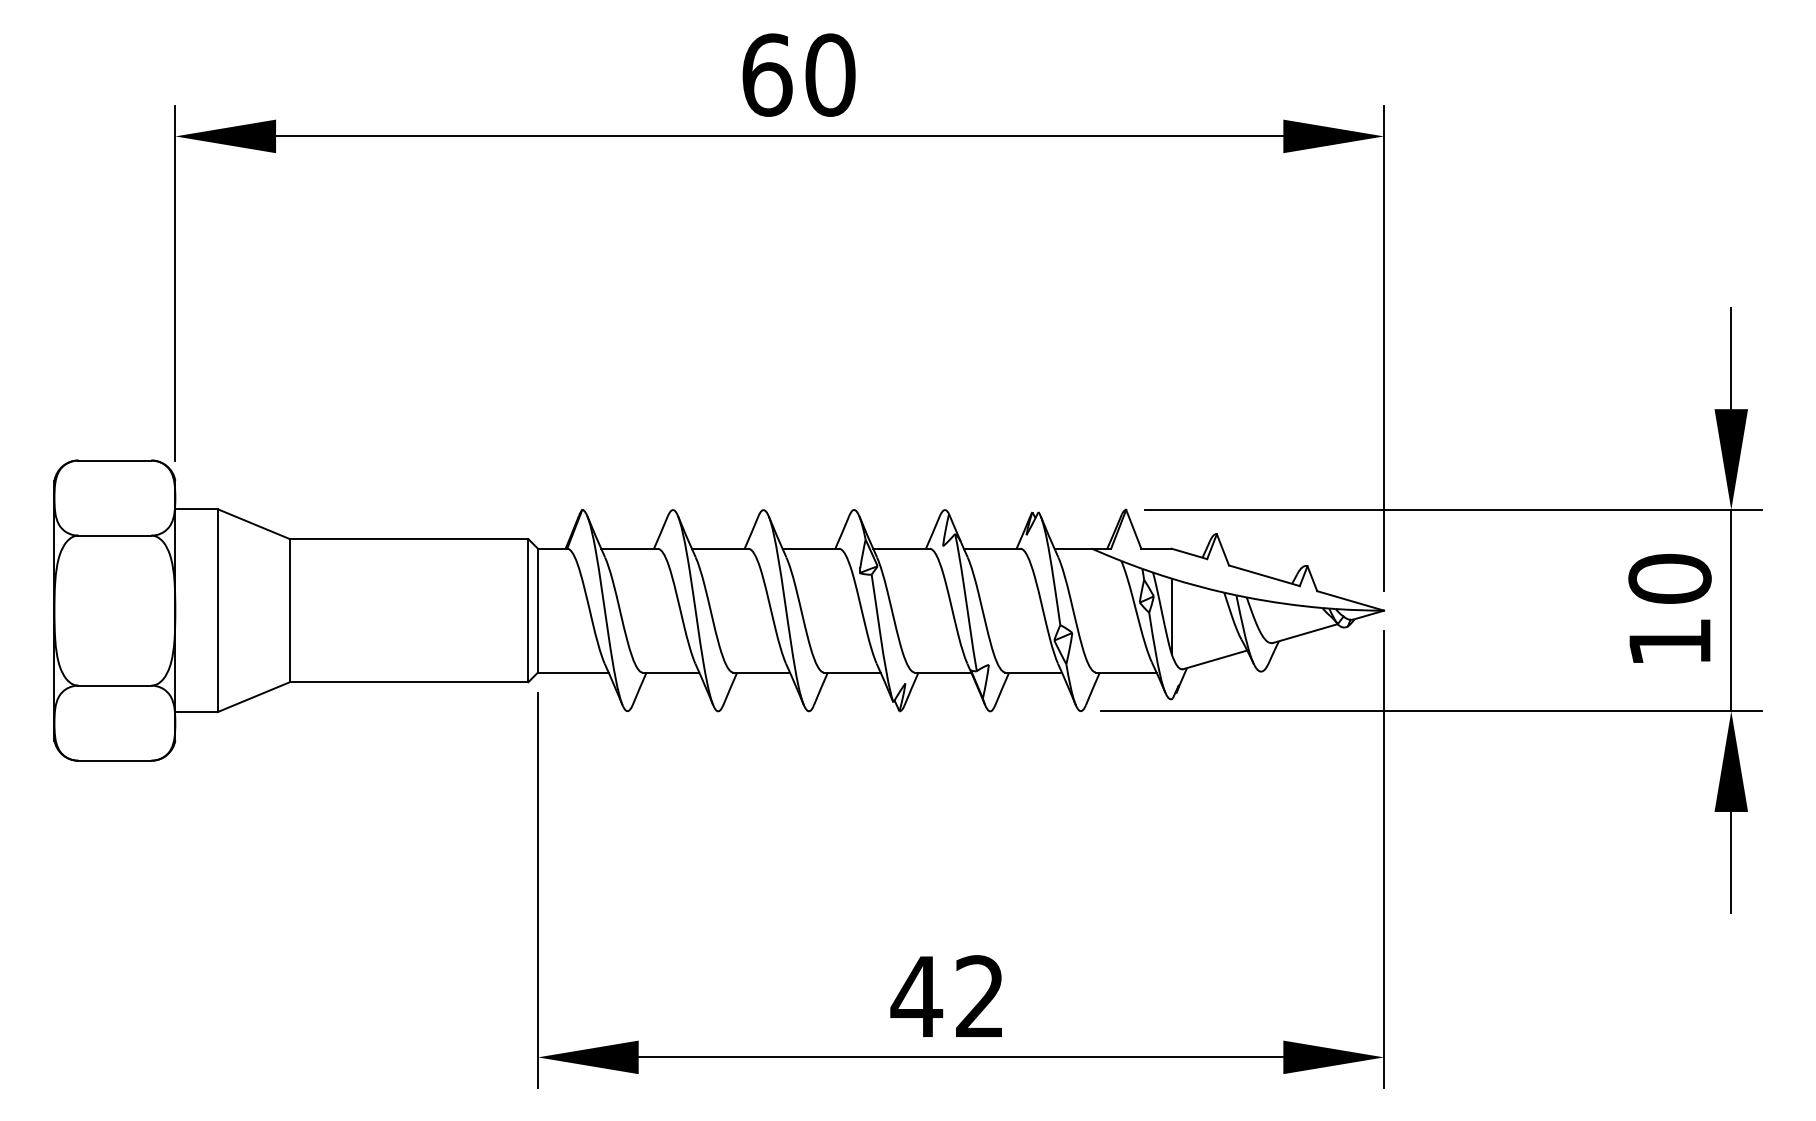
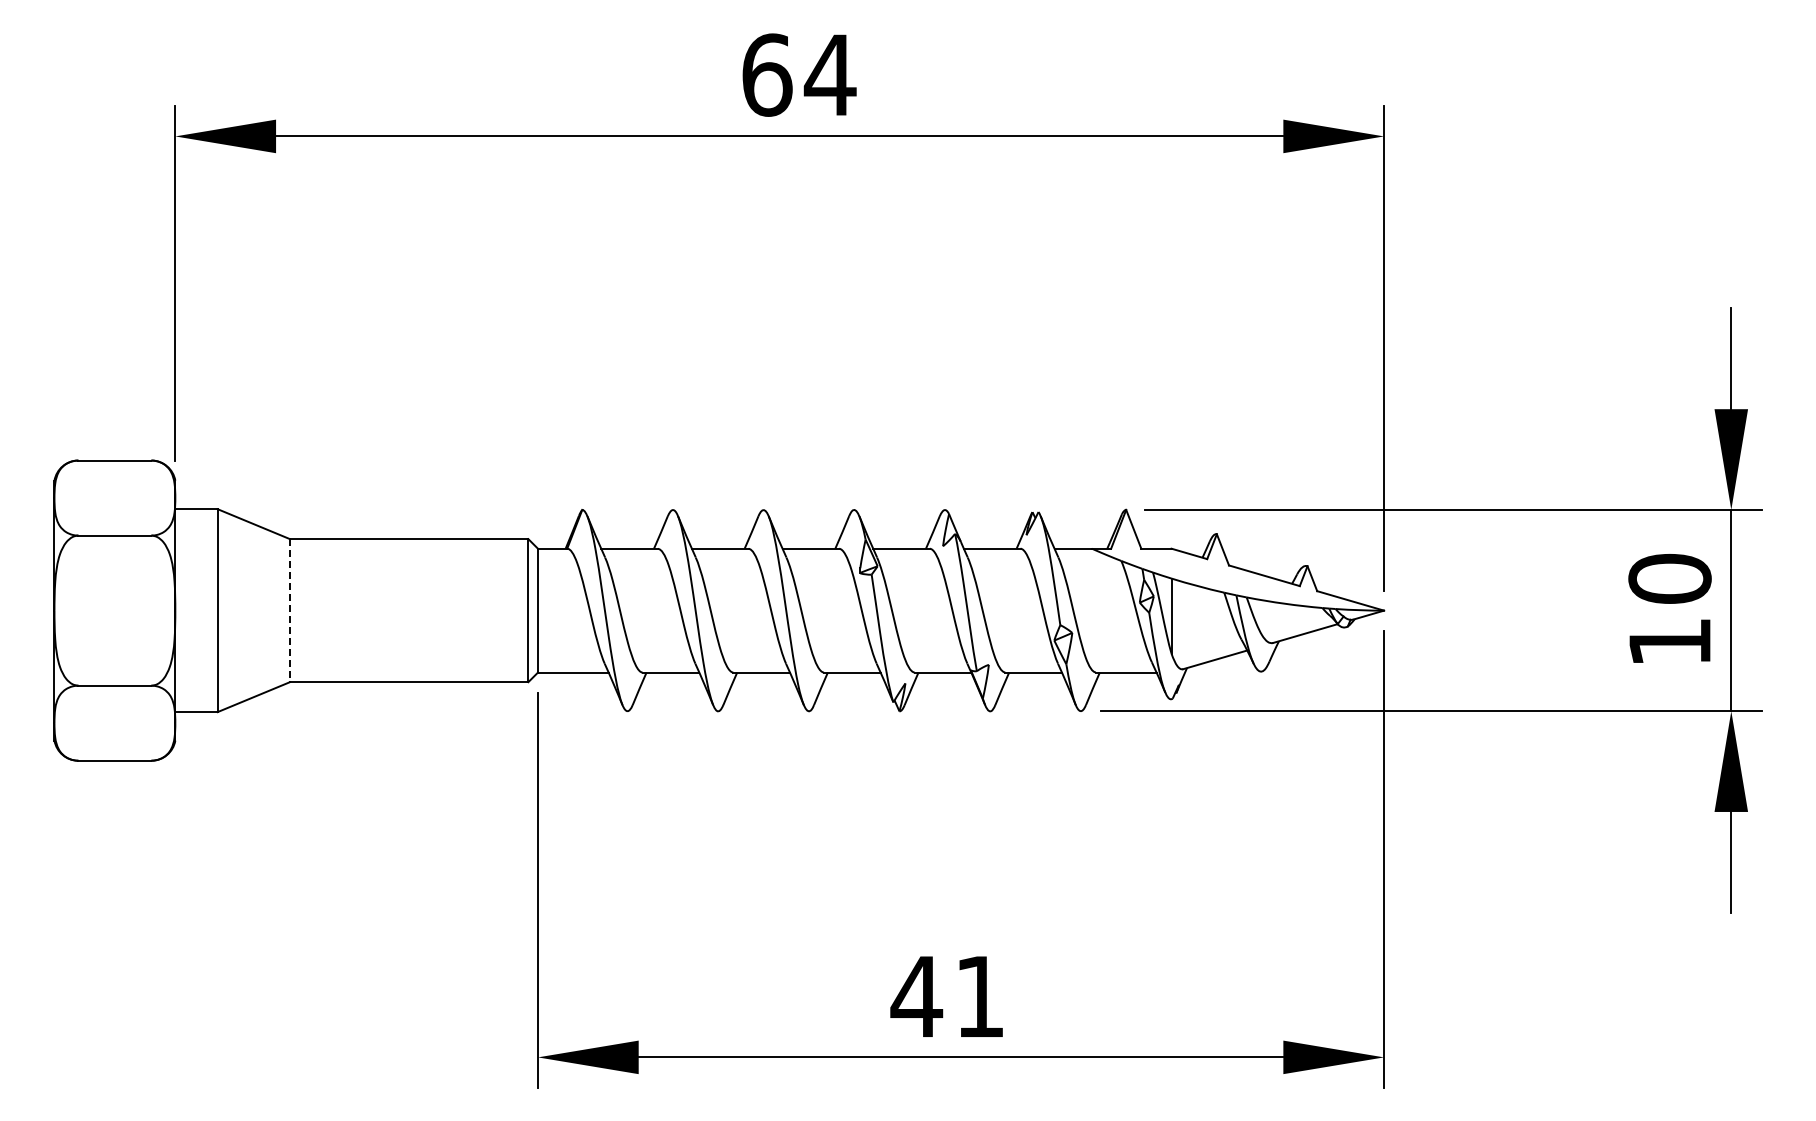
text at (829, 74): 60 -> 64
line at (289, 610): solid -> dashed
text at (979, 995): 42 -> 41
